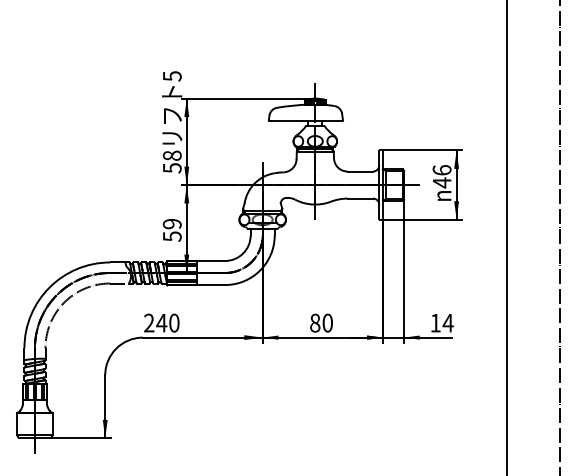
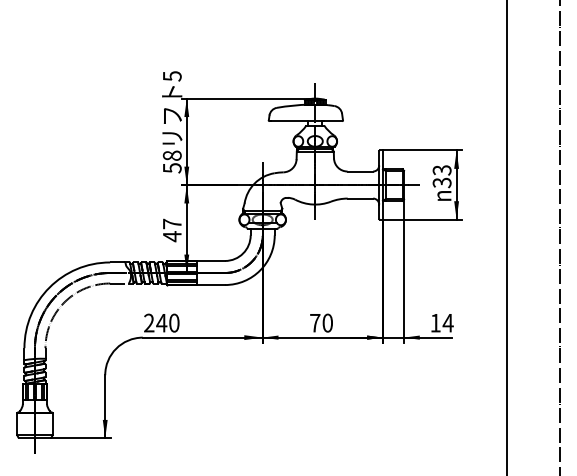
text at (441, 176): 46 -> 33
text at (171, 230): 59 -> 47
text at (315, 322): 80 -> 70
